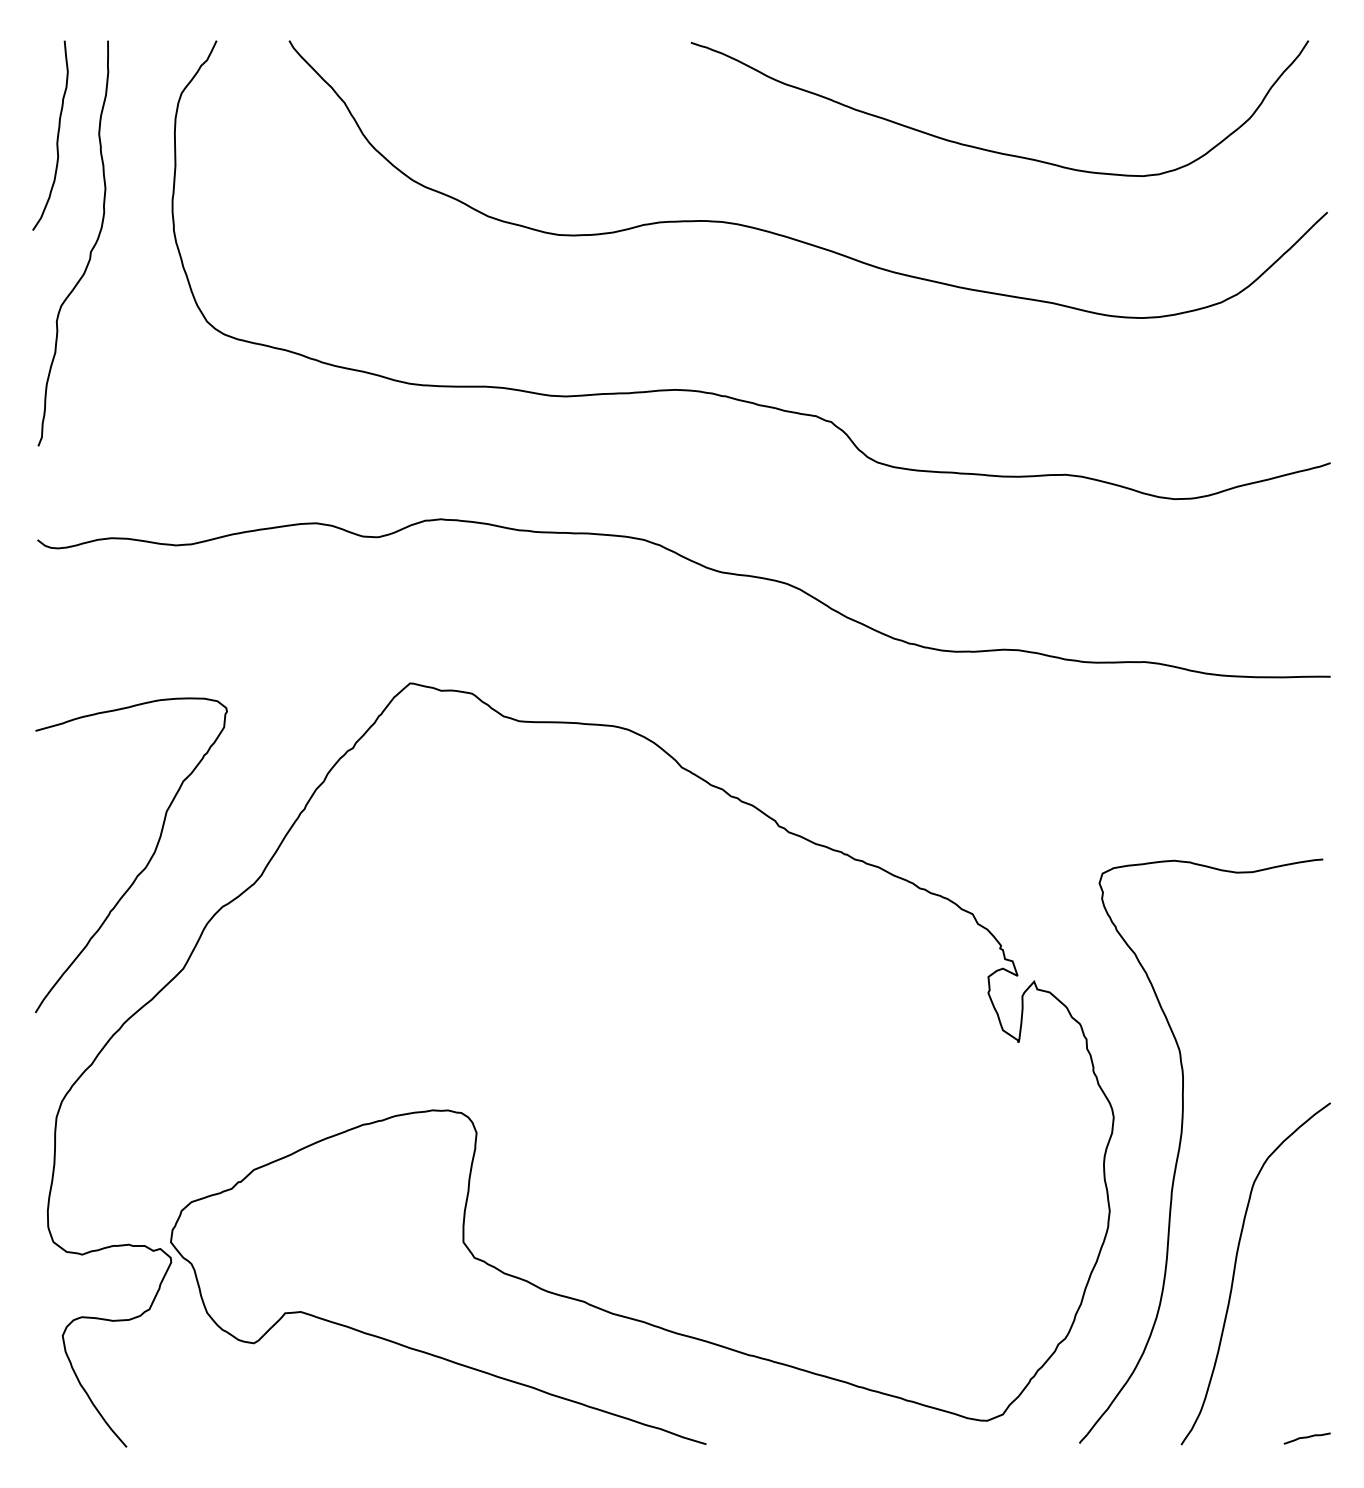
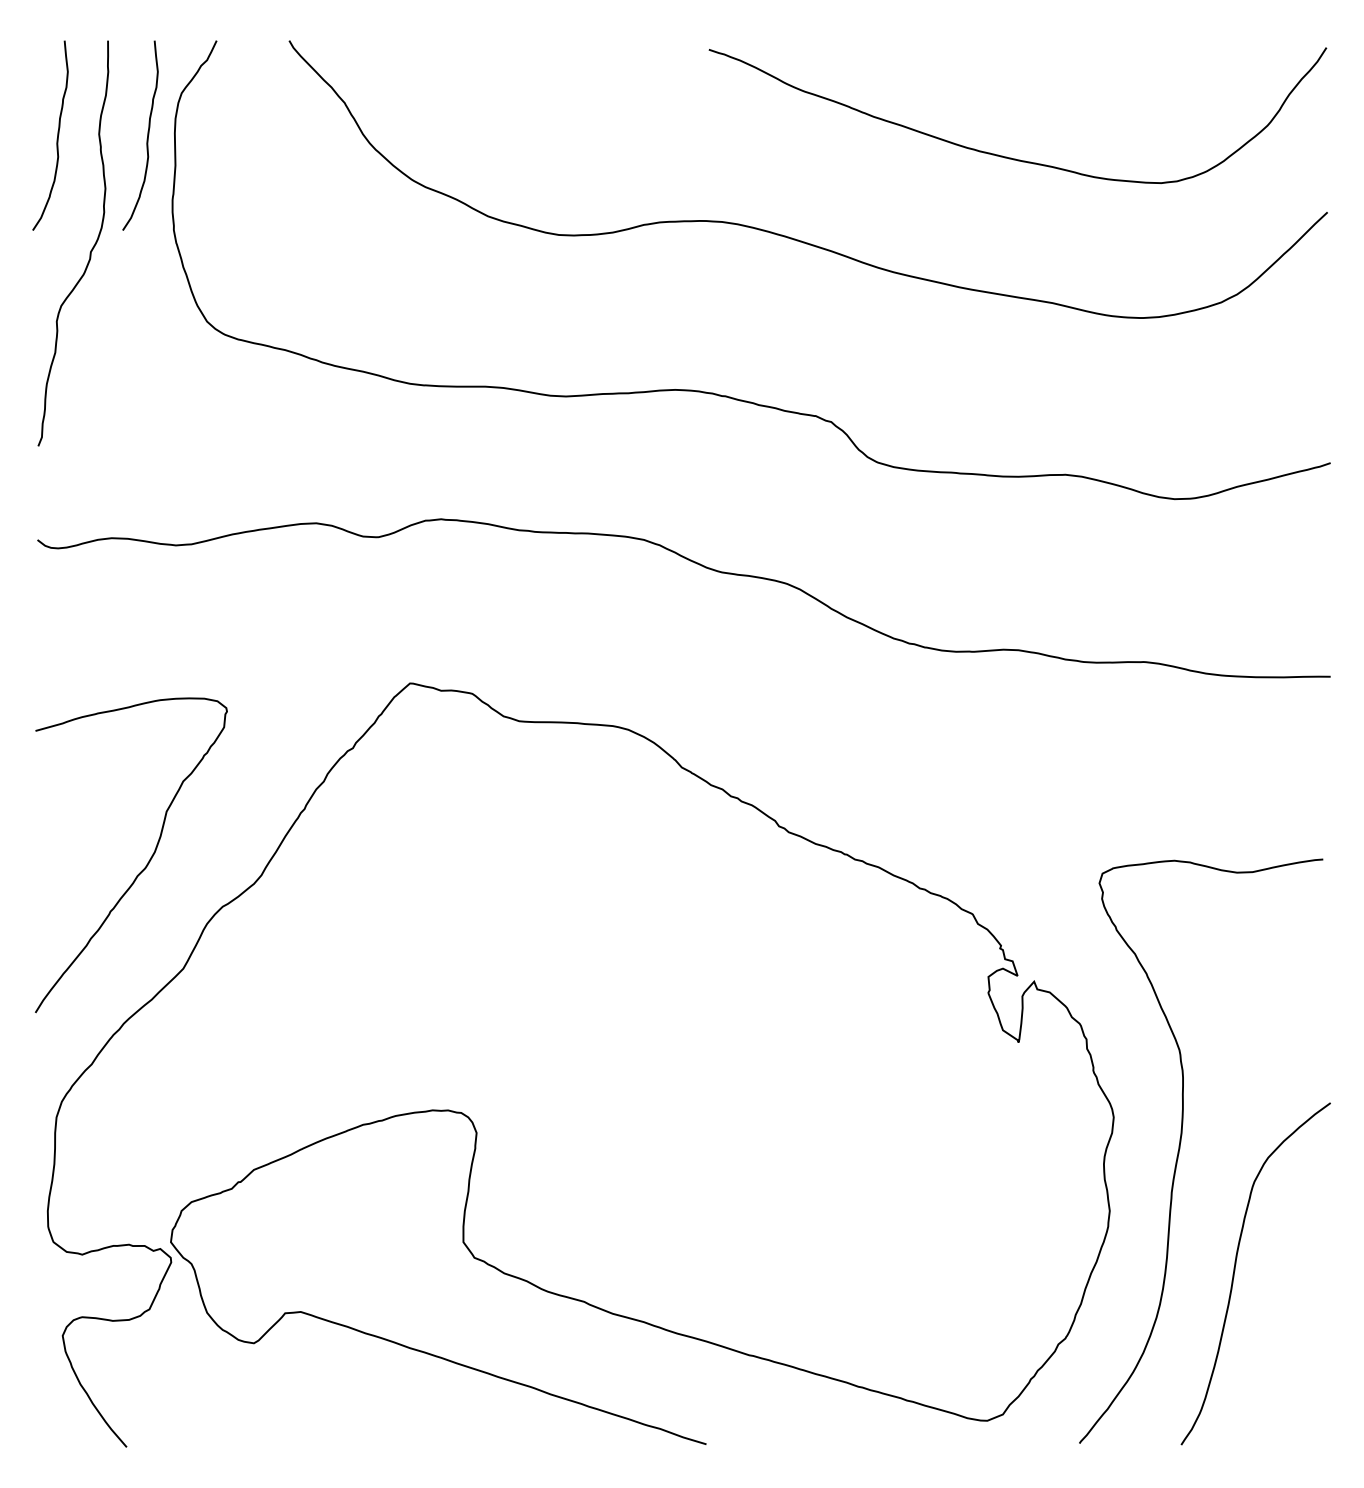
curve at (146, 138): none -> present
curve at (993, 150) position: (993, 150) -> (1011, 157)
curve at (1306, 1438): present -> none
